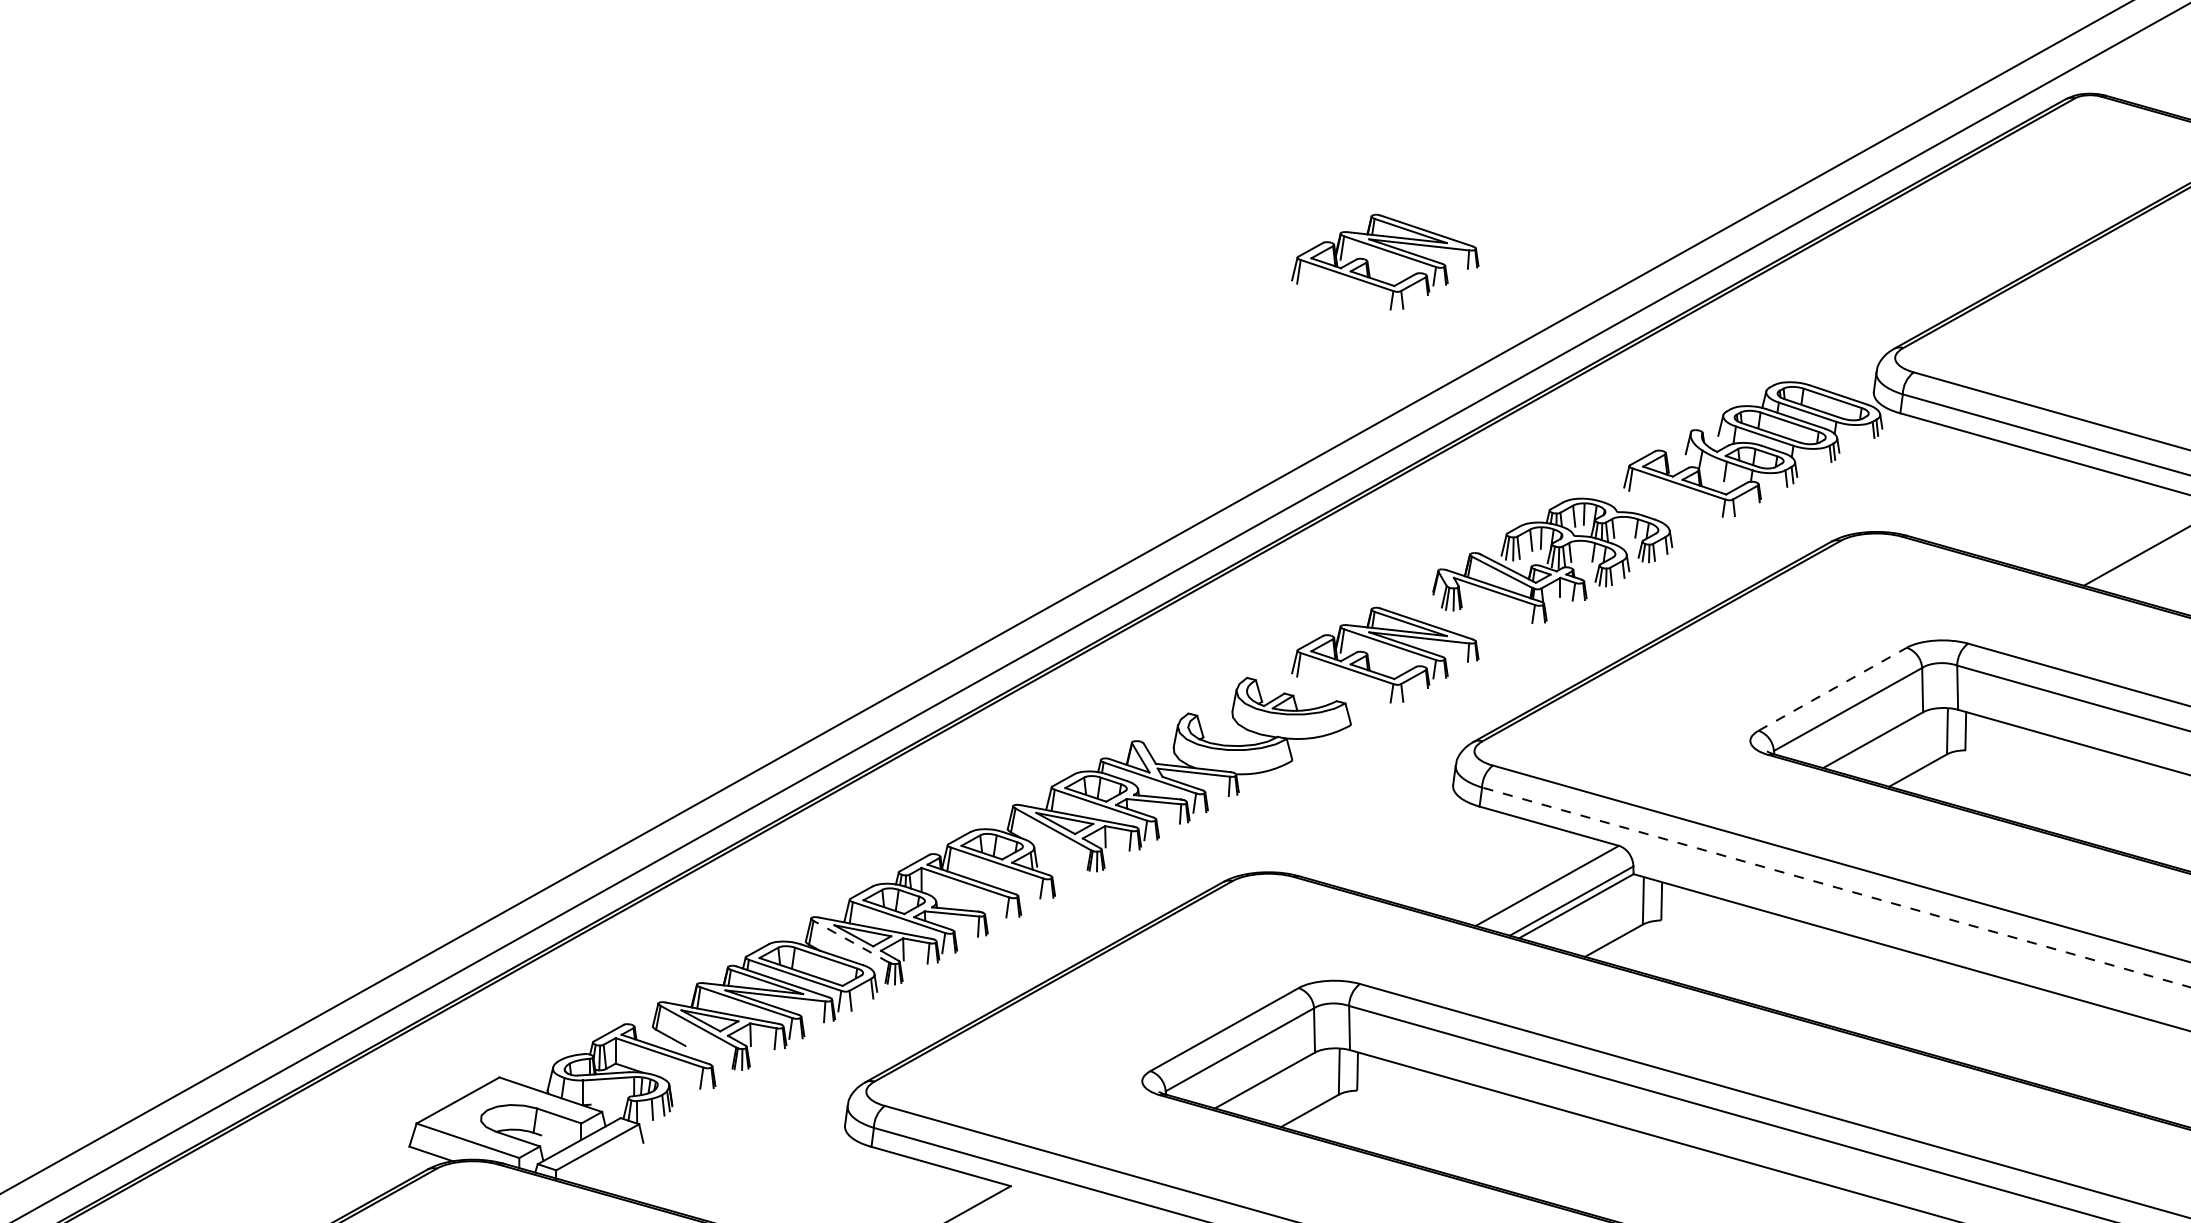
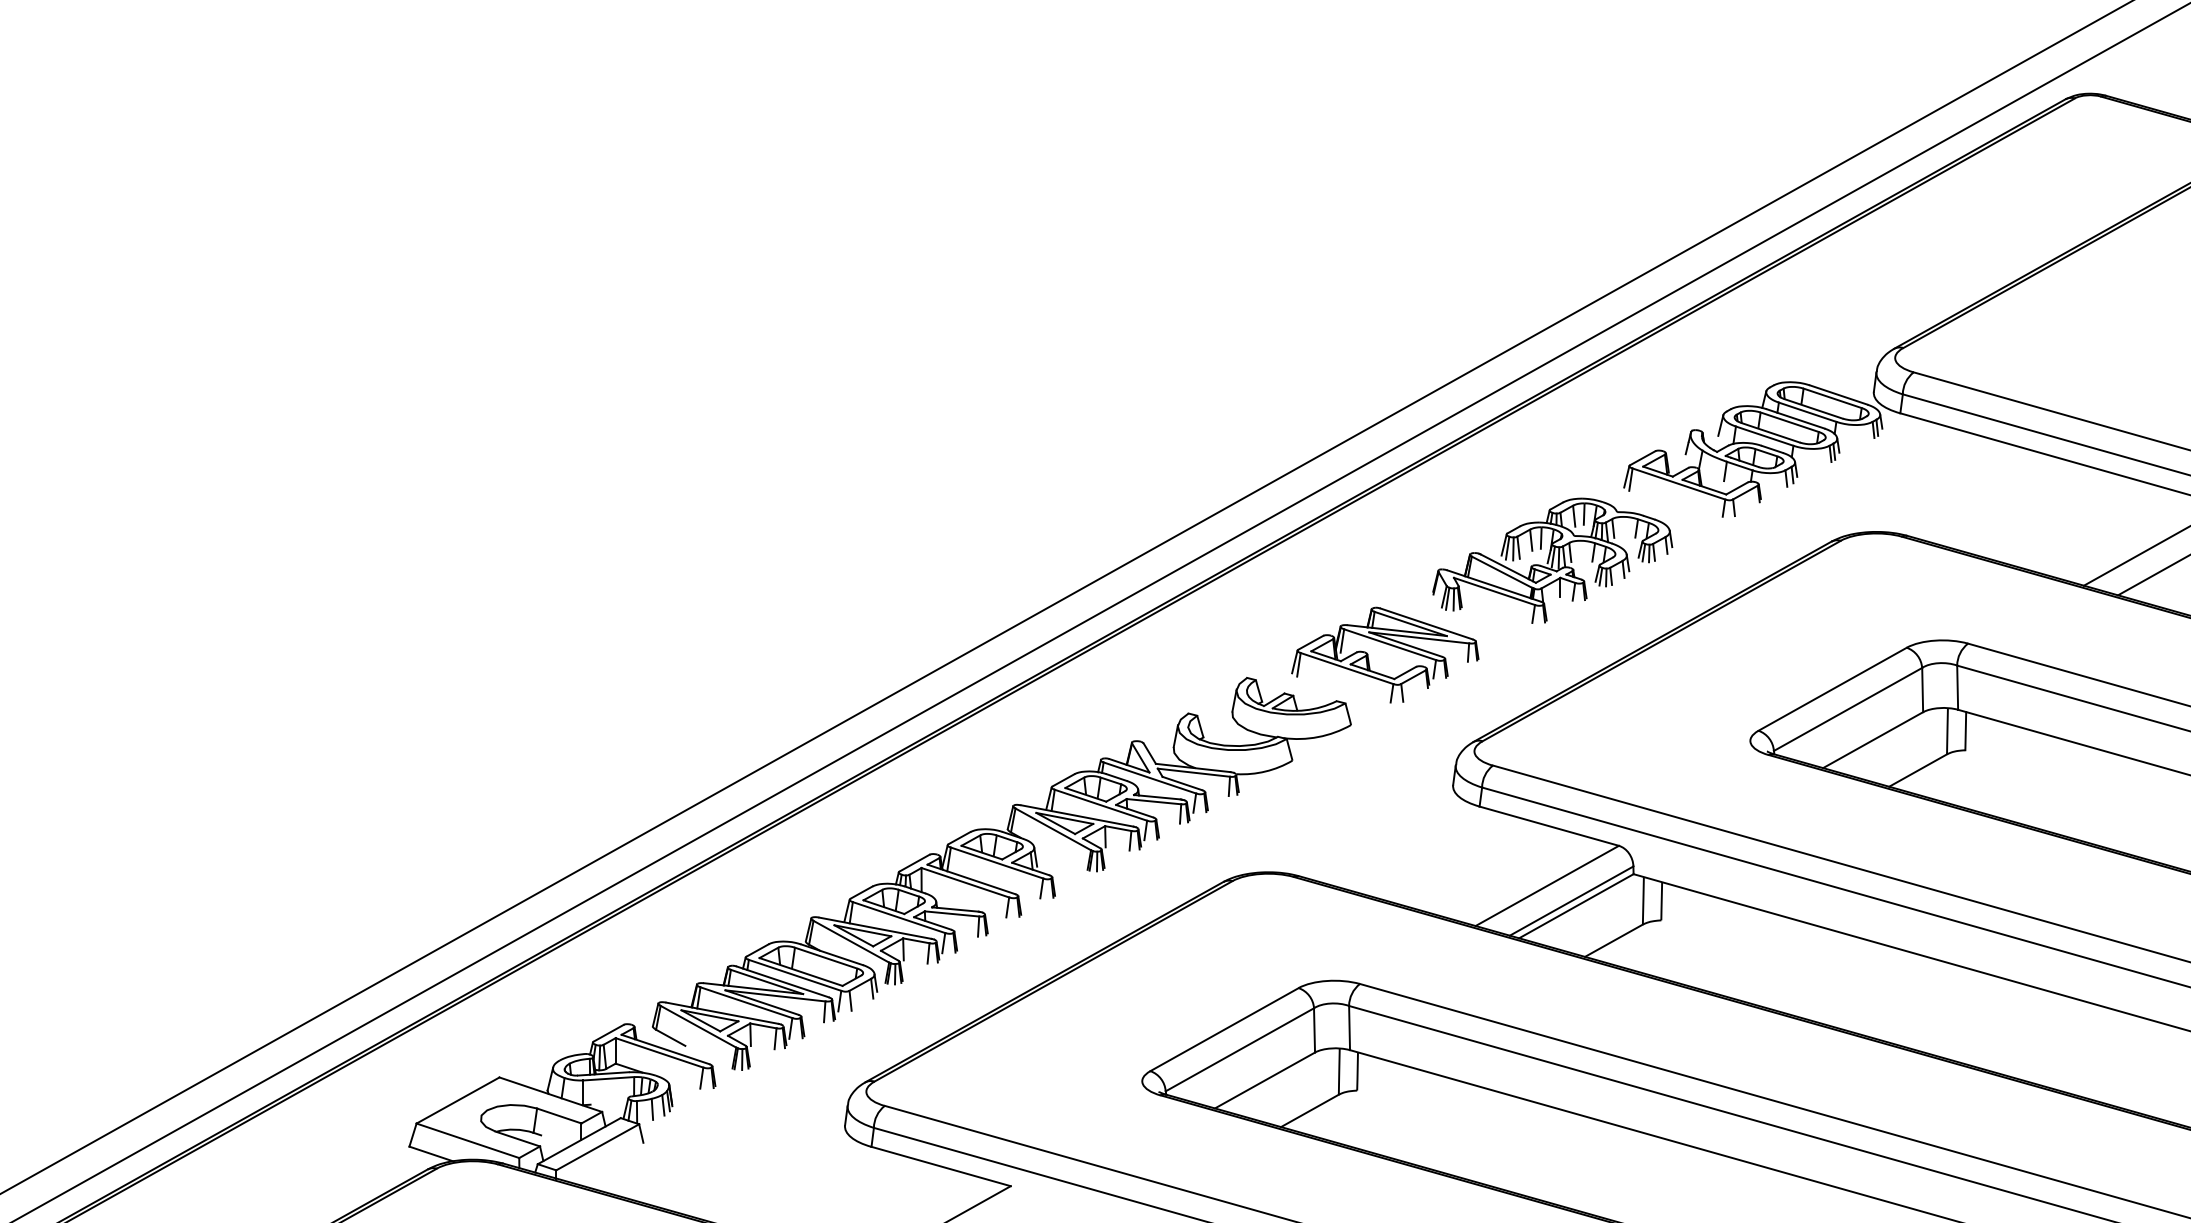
part at (1388, 252): present -> none
line at (2152, 575): none -> present
line at (1832, 689): dashed -> solid
line at (1836, 887): dashed -> solid
line at (850, 941): dashed -> solid
